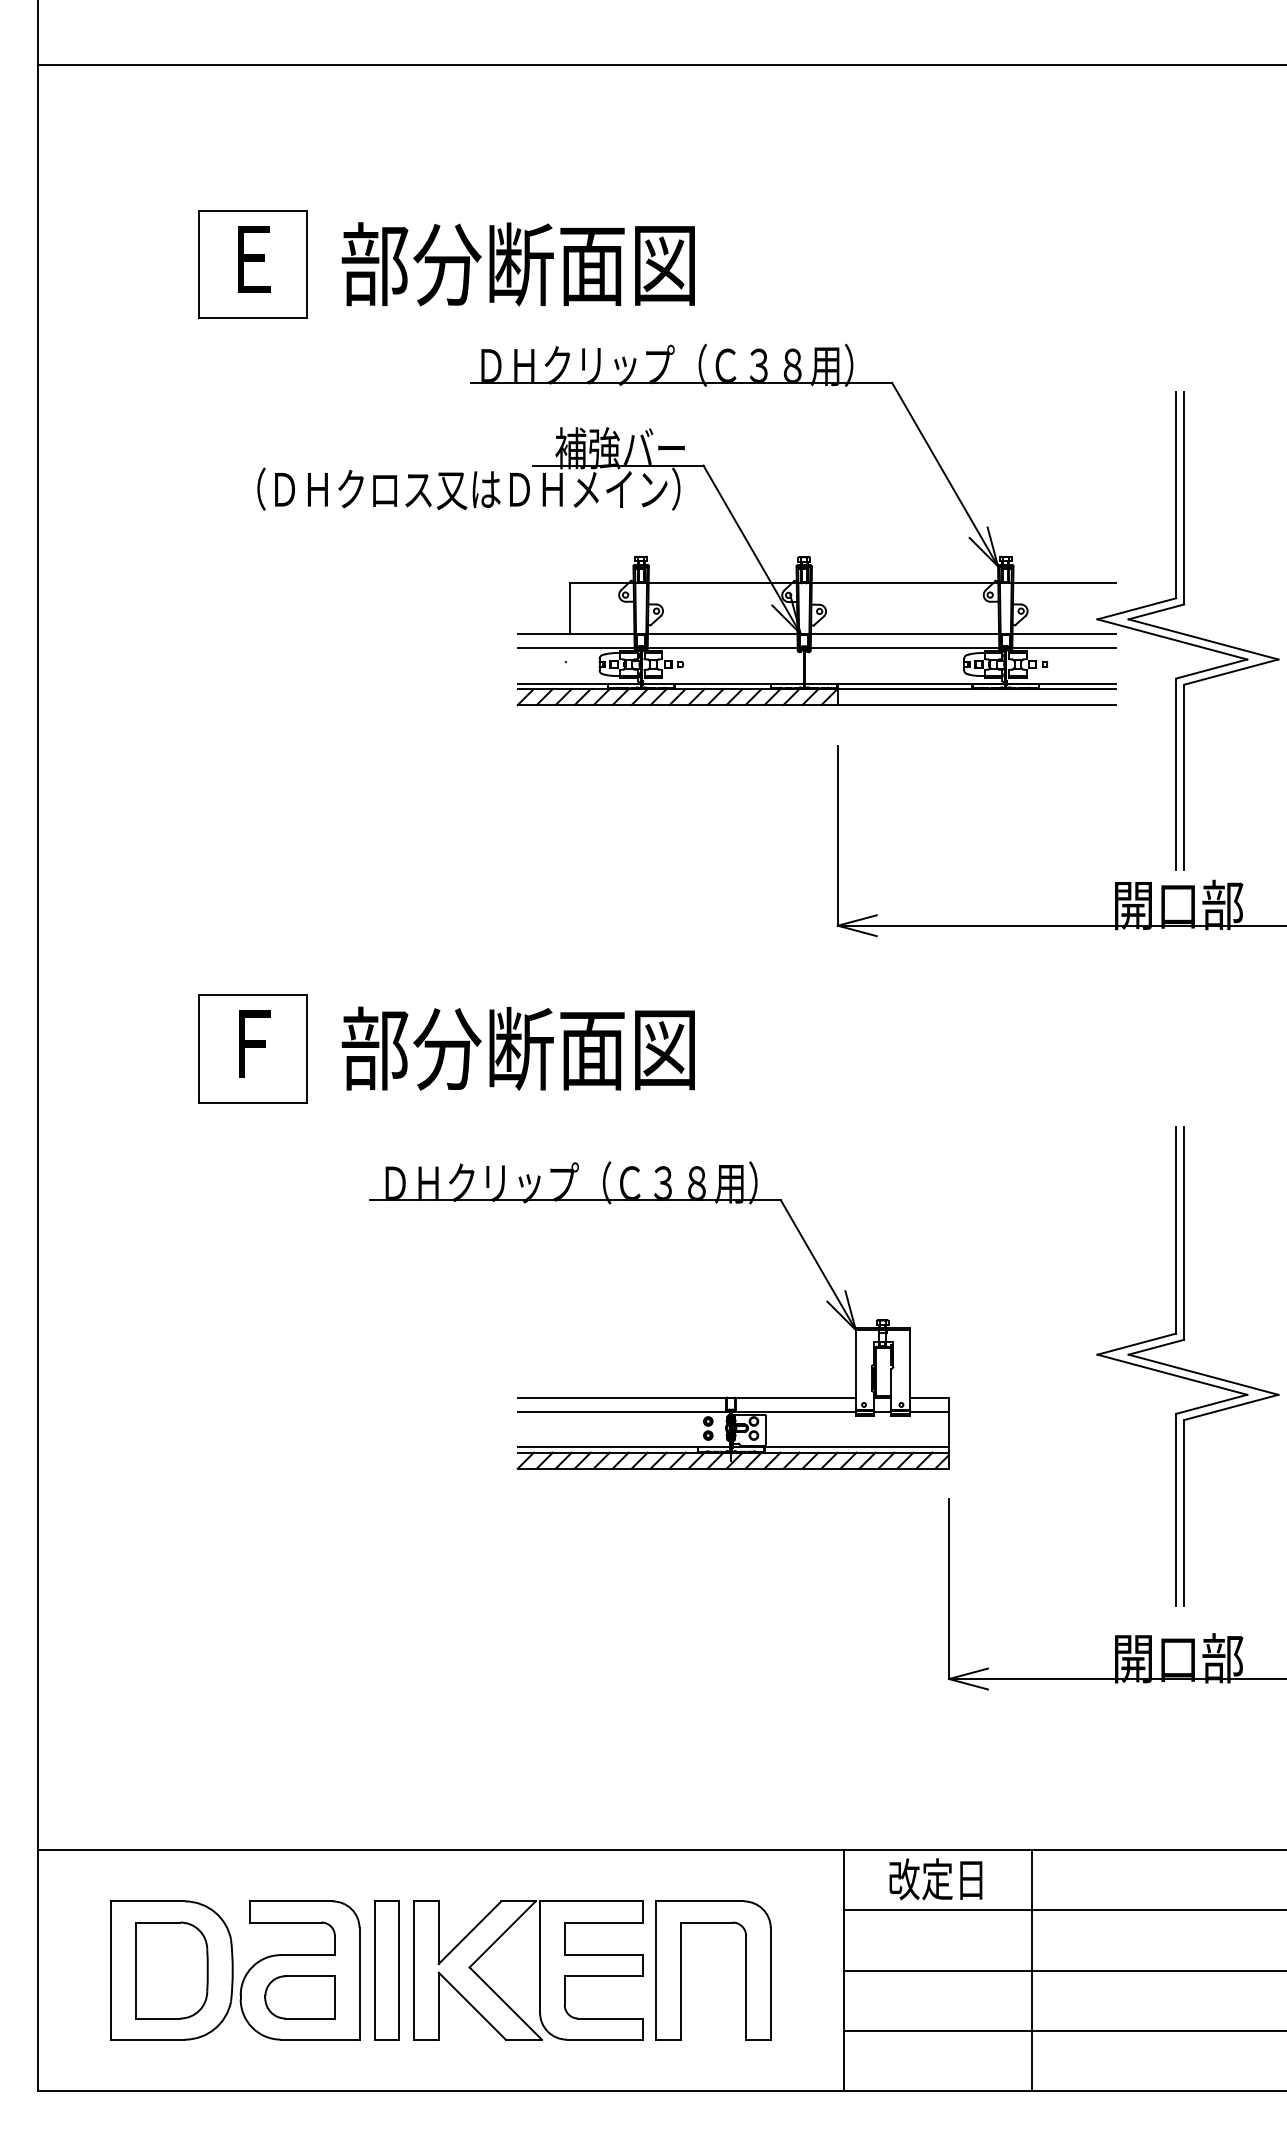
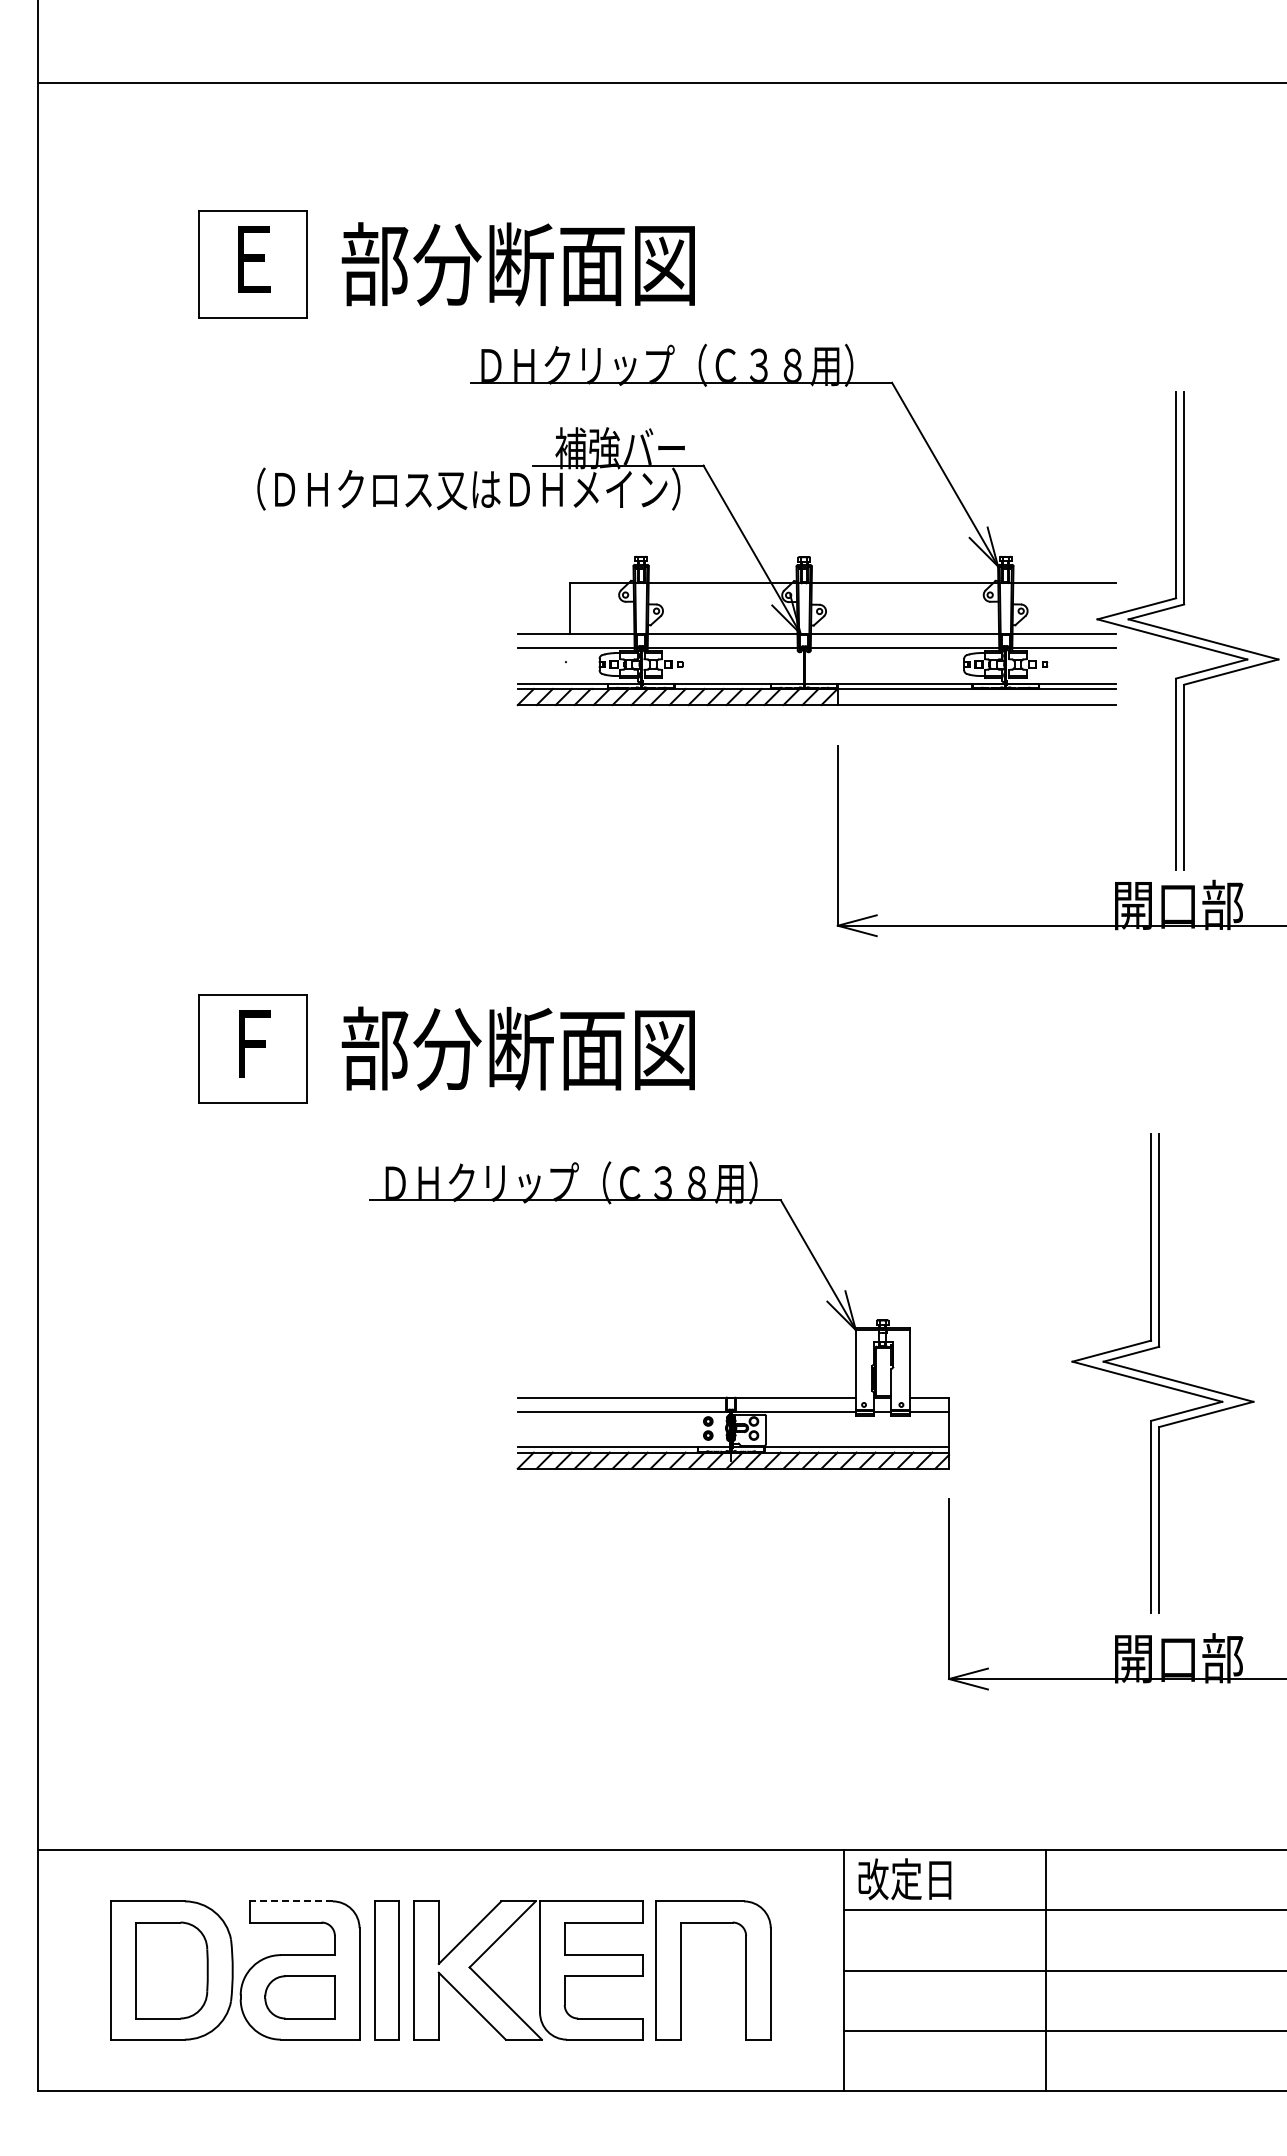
line at (660, 64) position: (660, 64) -> (660, 82)
part at (1187, 1366) position: (1187, 1366) -> (1162, 1373)
text at (935, 1879) position: (935, 1879) -> (904, 1879)
line at (291, 1901): solid -> dashed
line at (1031, 1970) position: (1031, 1970) -> (1045, 1970)
